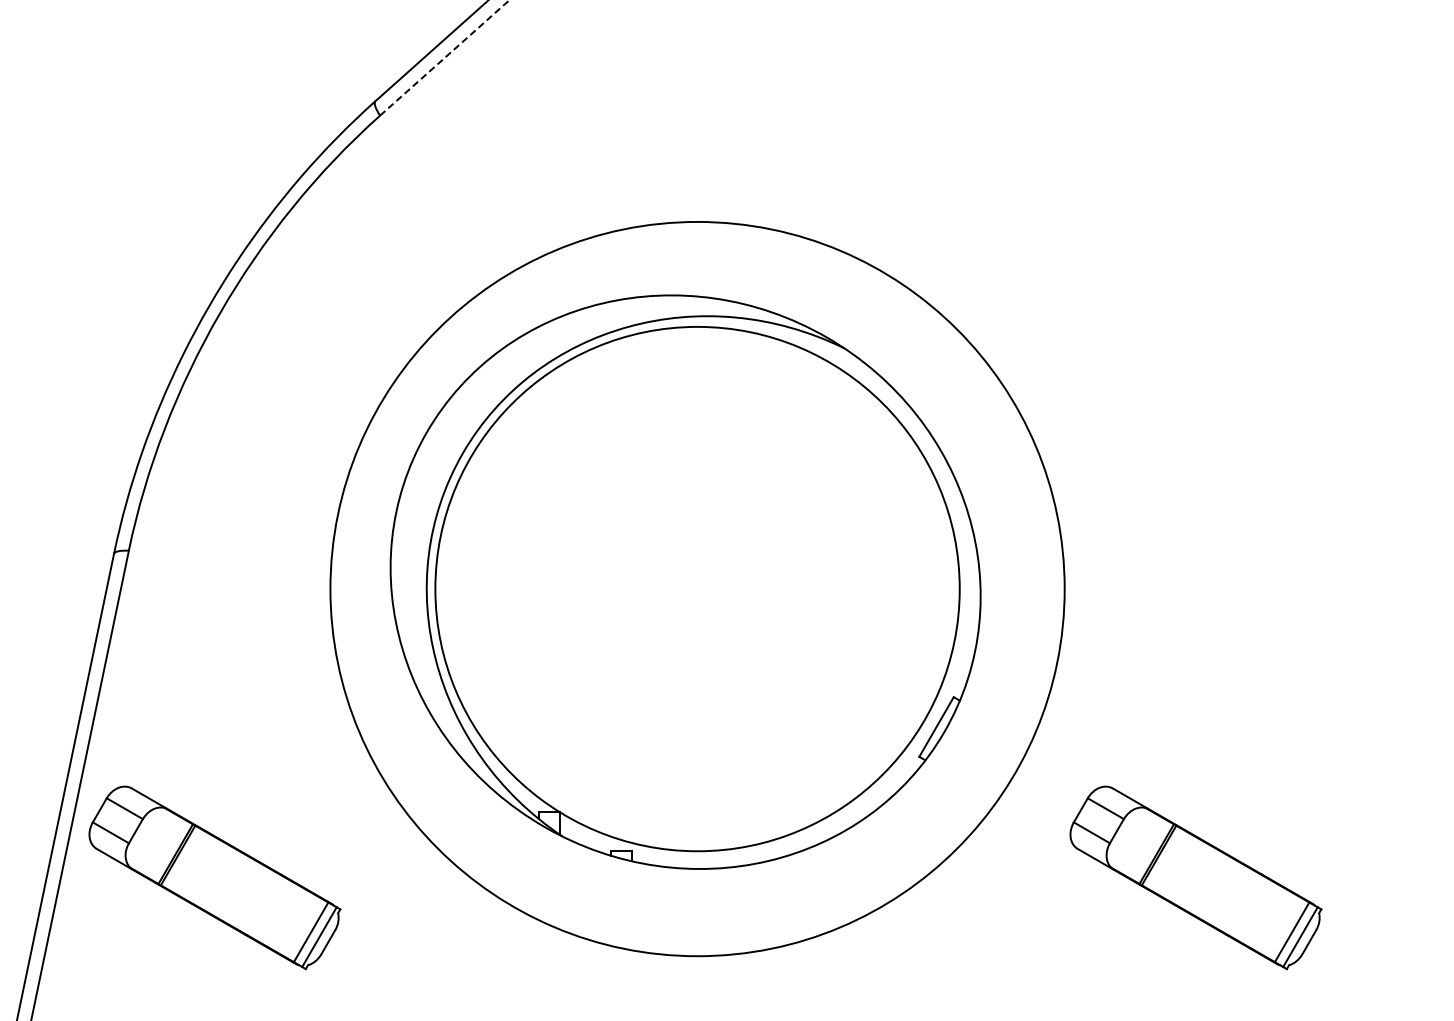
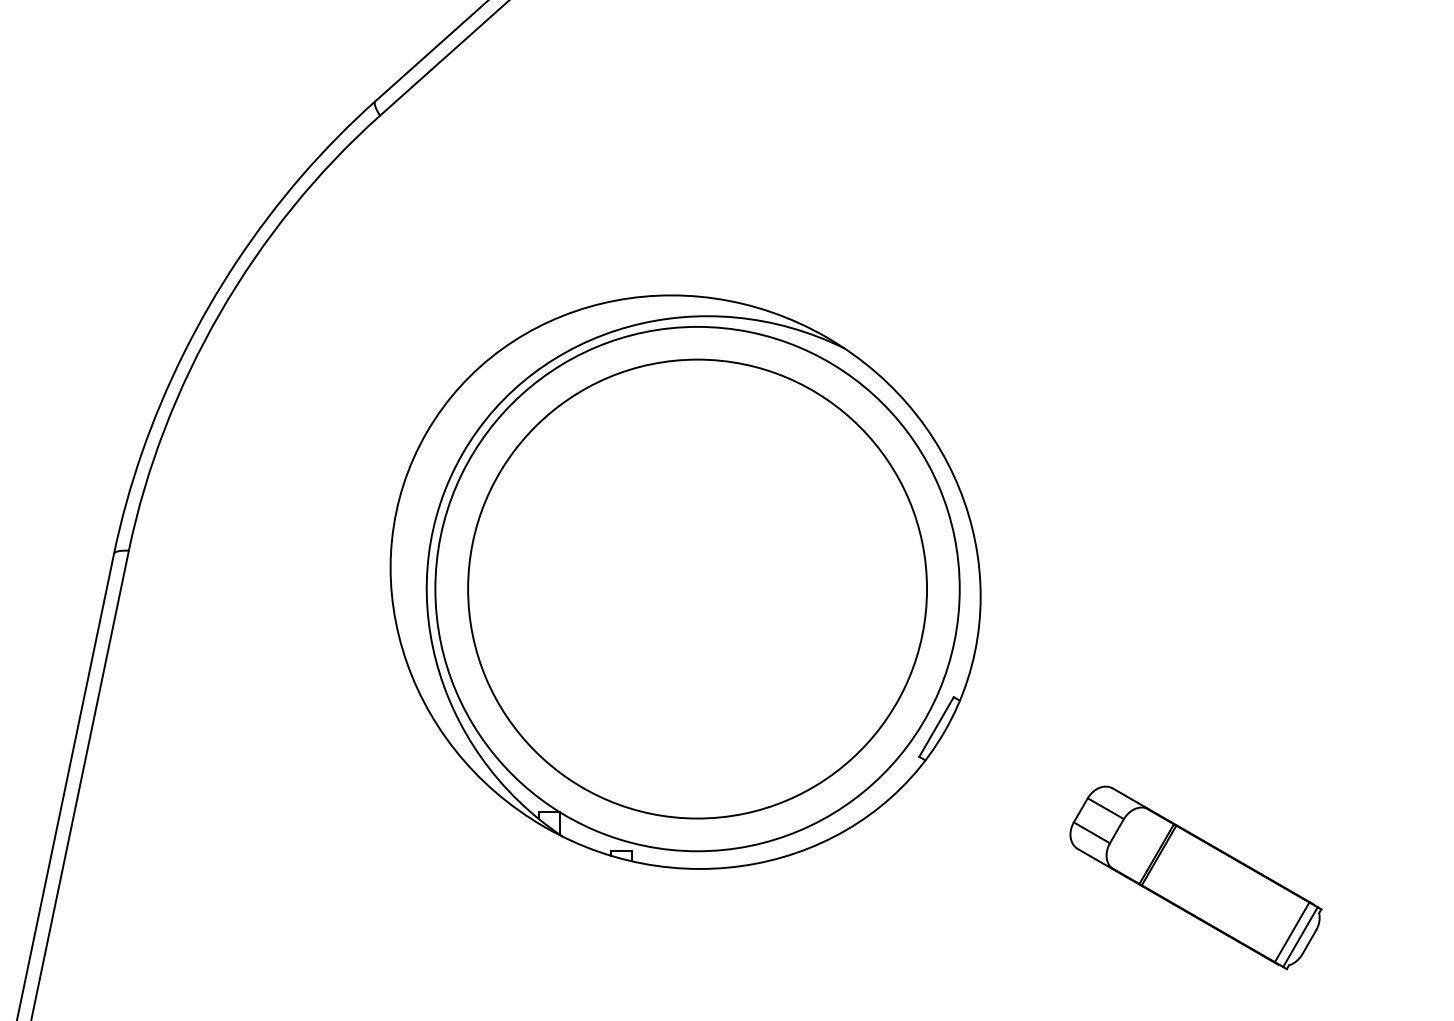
line at (444, 57): dashed -> solid
circle at (697, 588) diameter: 734 px -> 459 px
part at (214, 877): present -> none
